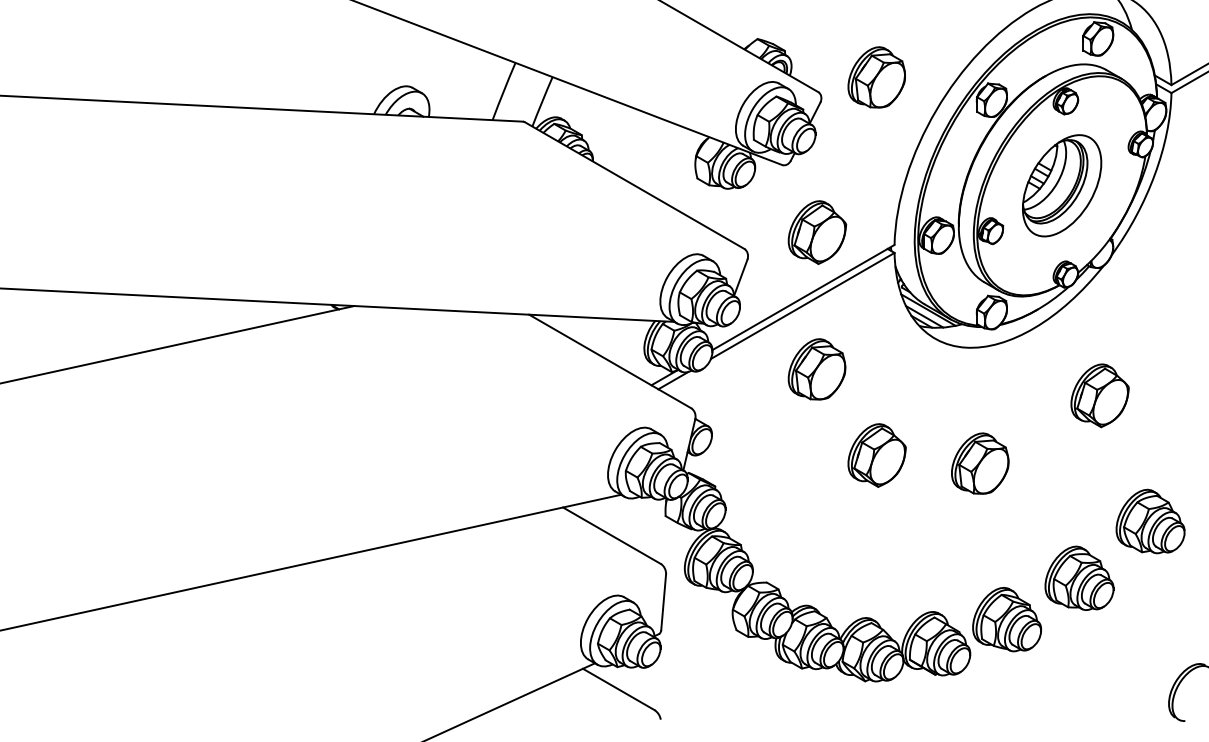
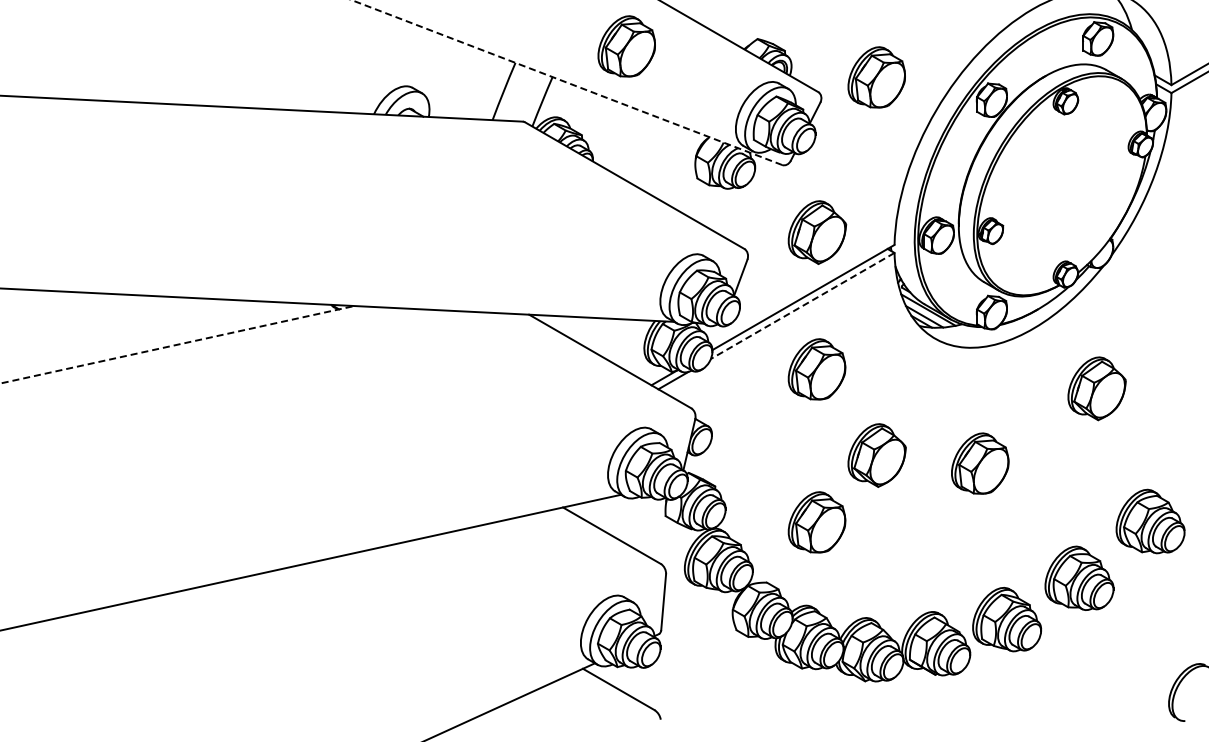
part at (626, 46): none -> present
line at (566, 82): solid -> dashed
part at (1062, 185): present -> none
line at (802, 306): solid -> dashed
line at (177, 344): solid -> dashed
part at (1099, 395) position: (1099, 395) -> (1096, 388)
part at (816, 522): none -> present
